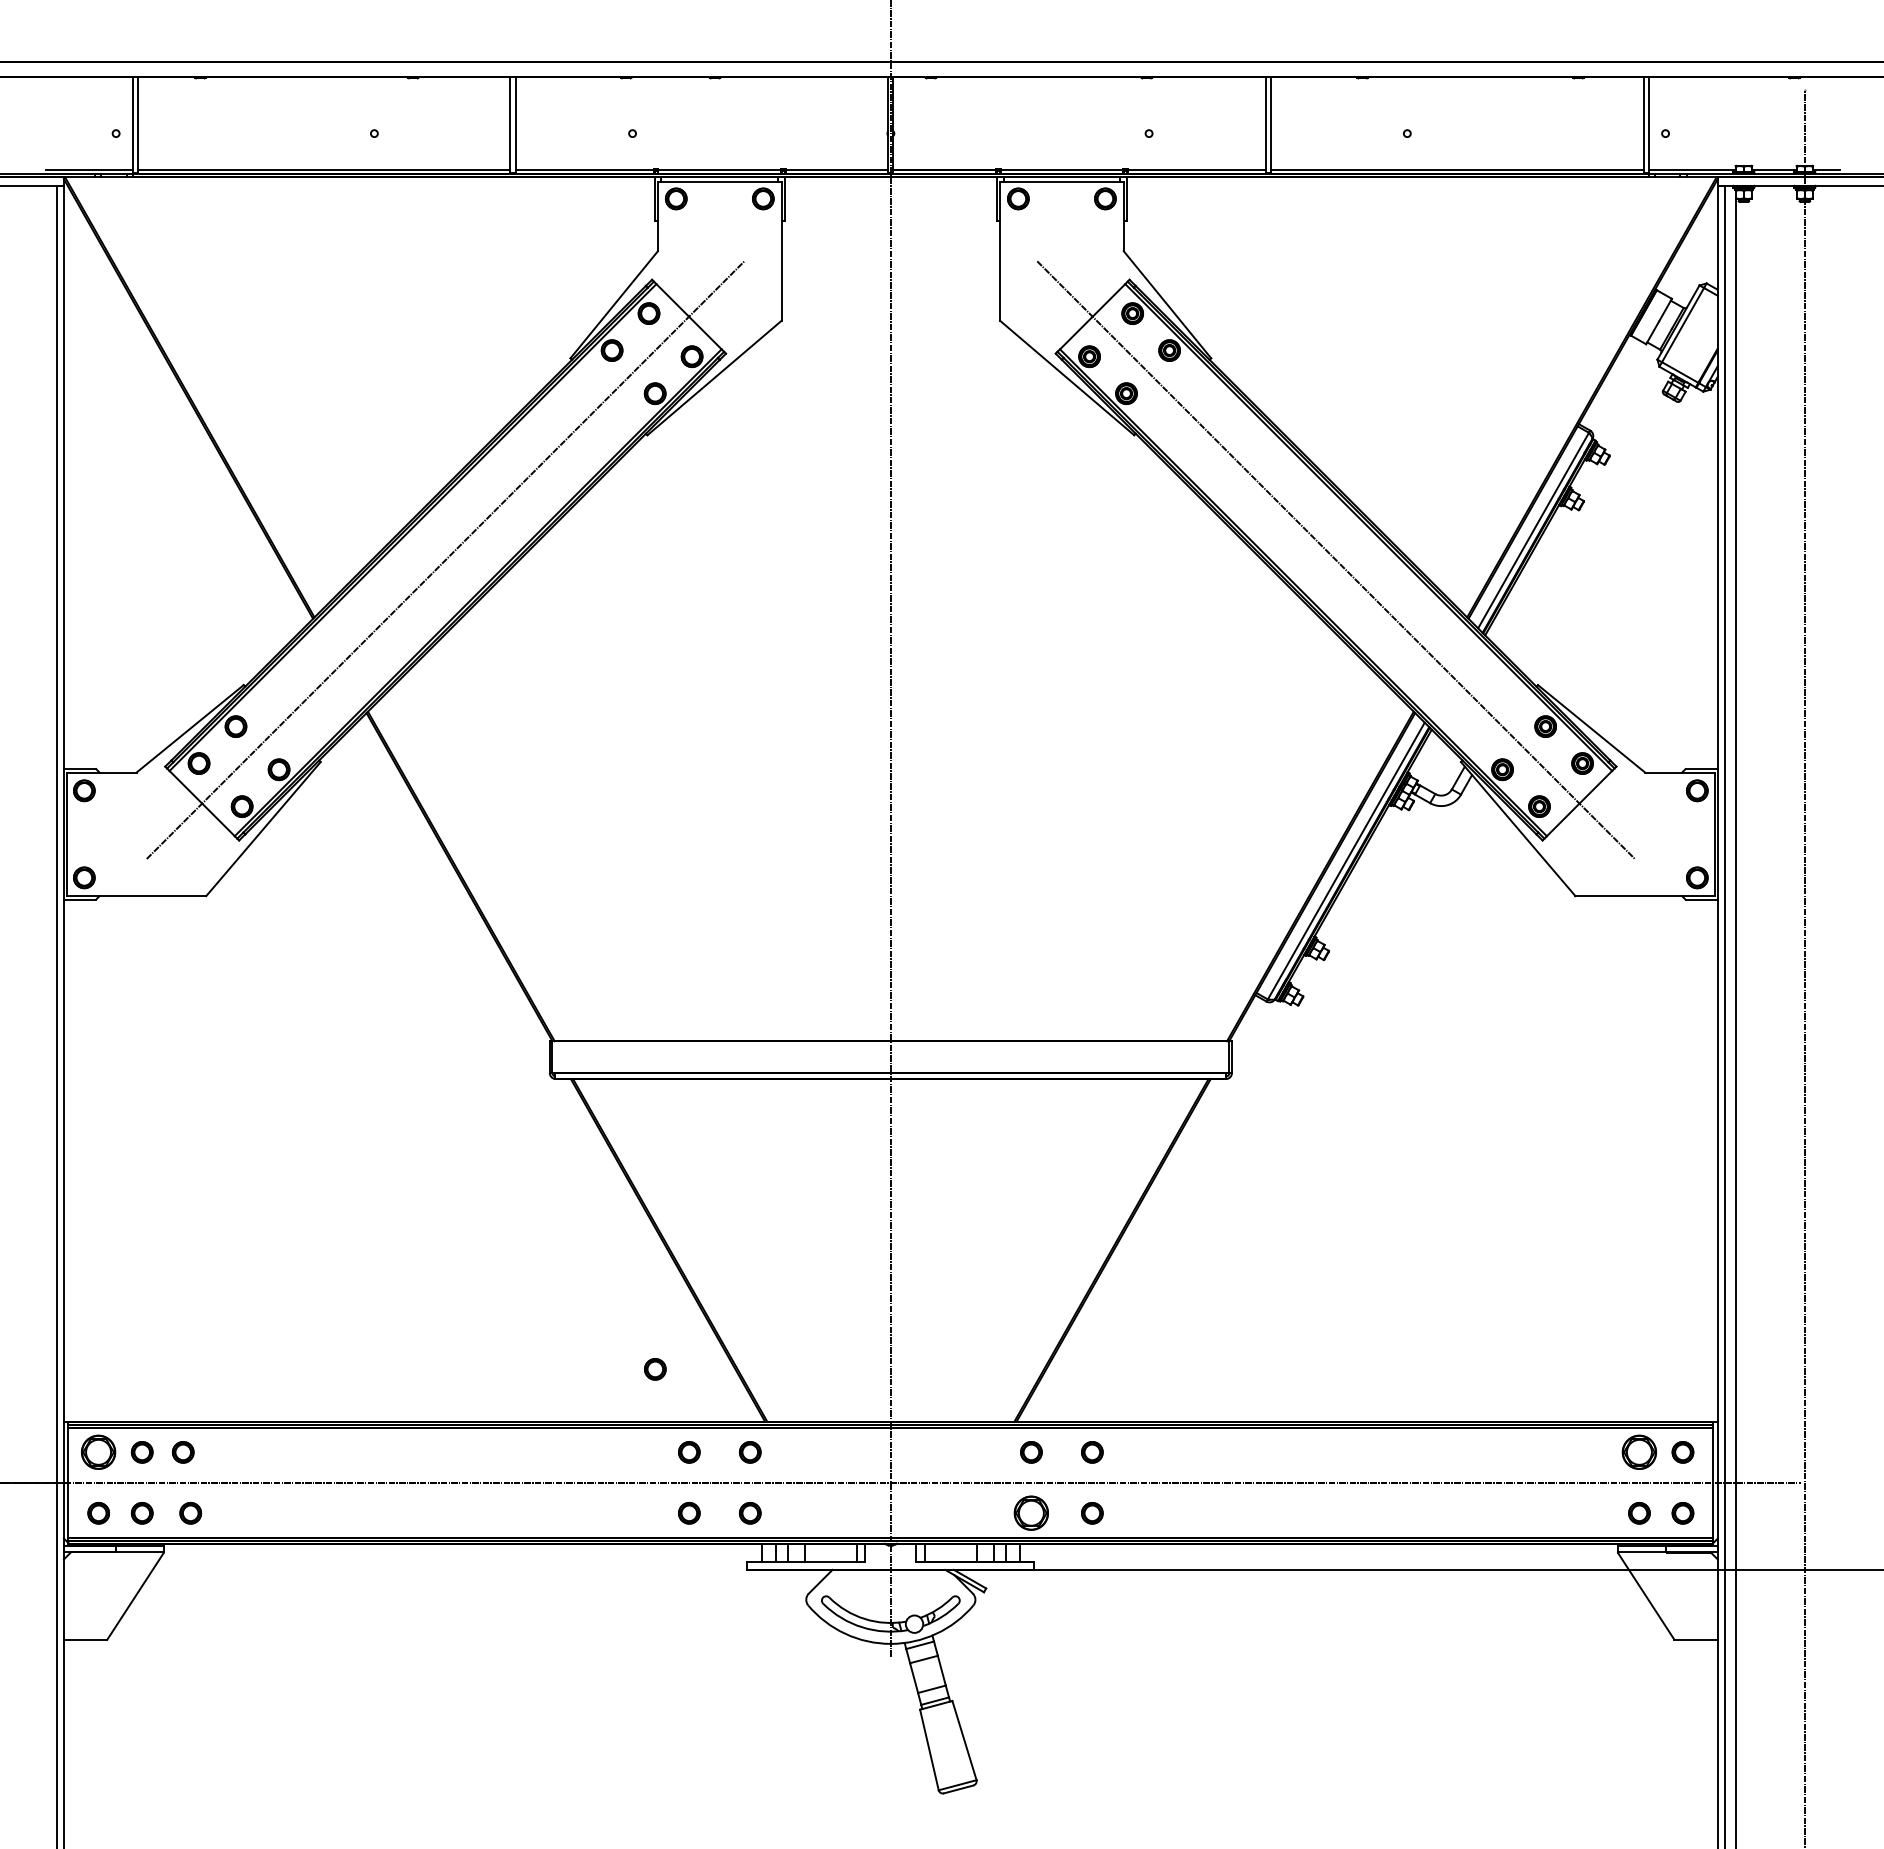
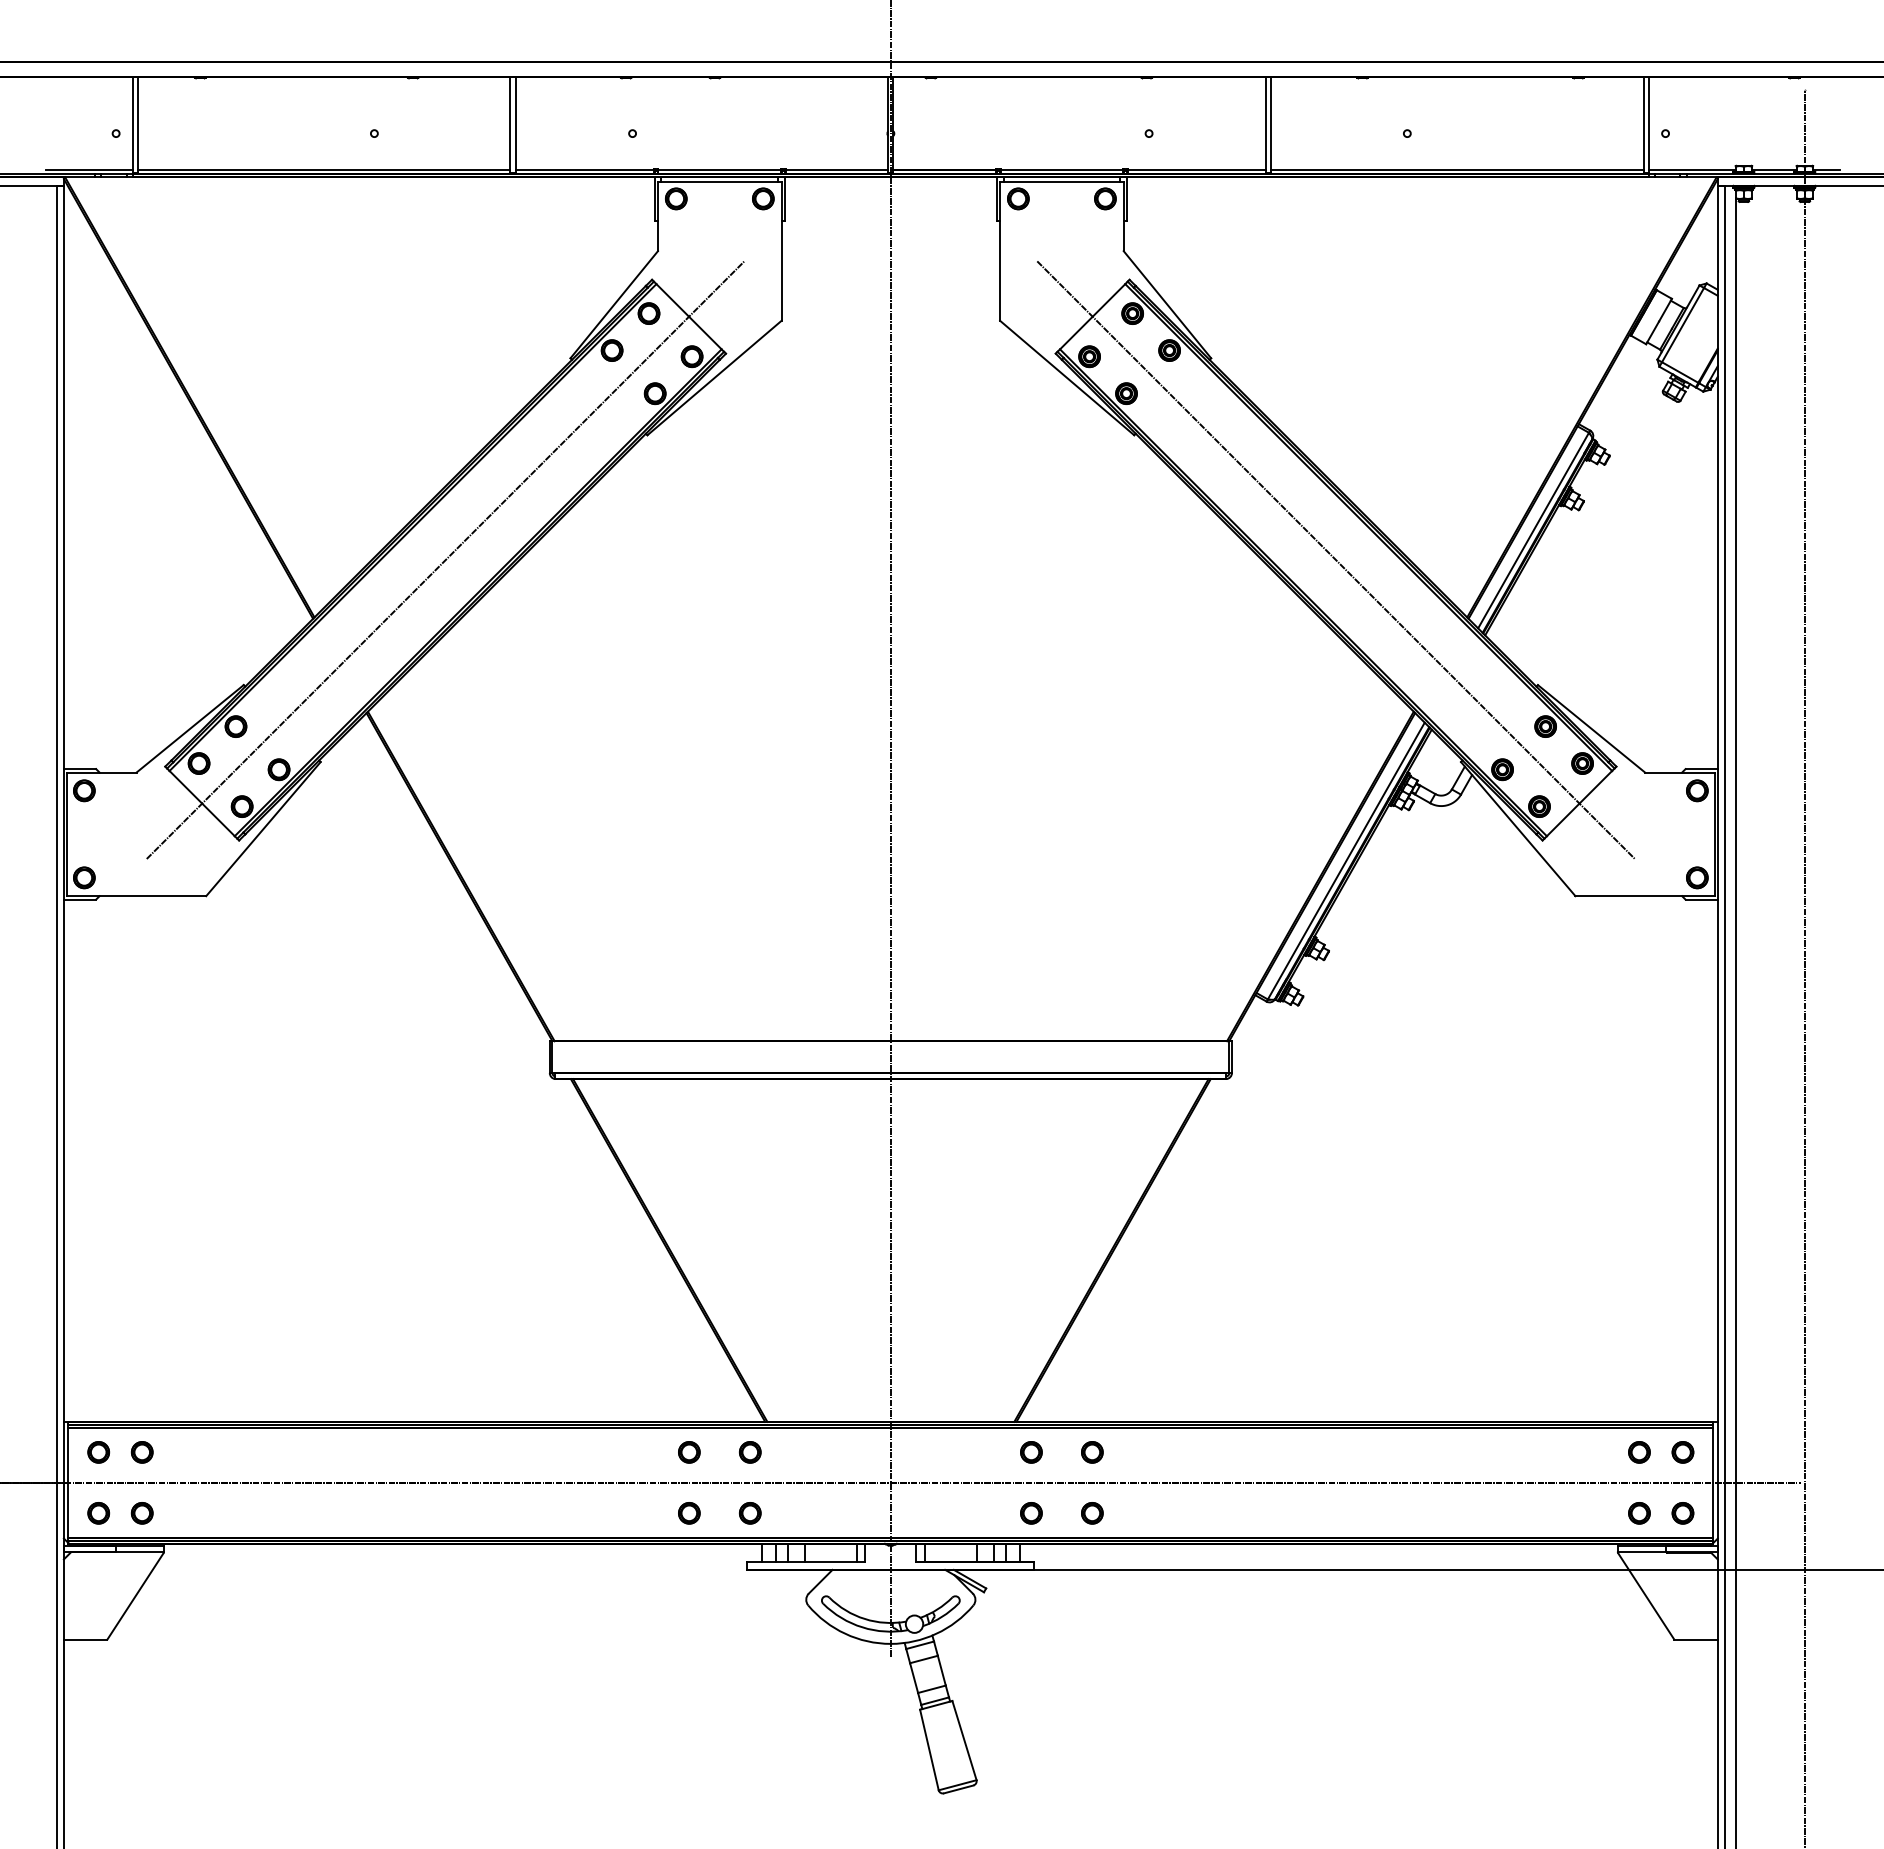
part at (655, 1369): present -> none
part at (98, 1451) size: 36x36 px -> 24x23 px
part at (1638, 1451) size: 36x36 px -> 23x23 px
part at (182, 1452): present -> none
part at (1030, 1512) size: 36x36 px -> 23x23 px
part at (190, 1513): present -> none
